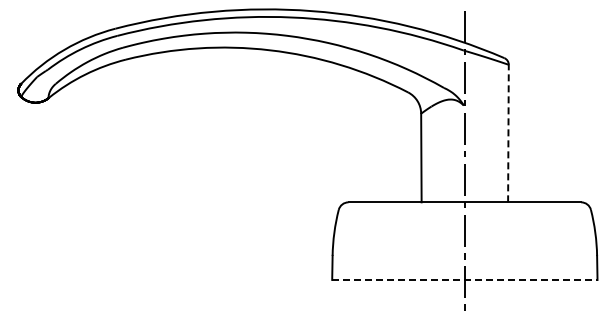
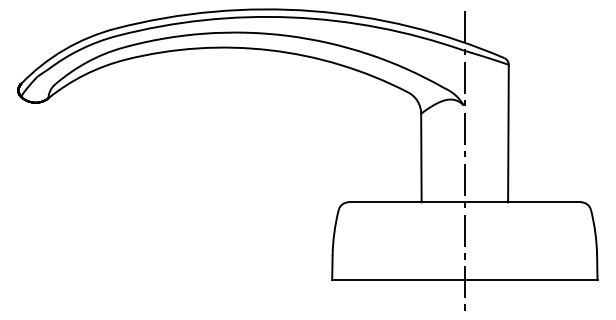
line at (508, 133): dashed -> solid
line at (464, 279): dashed -> solid
